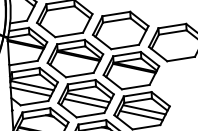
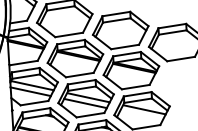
line at (141, 115): present -> none
